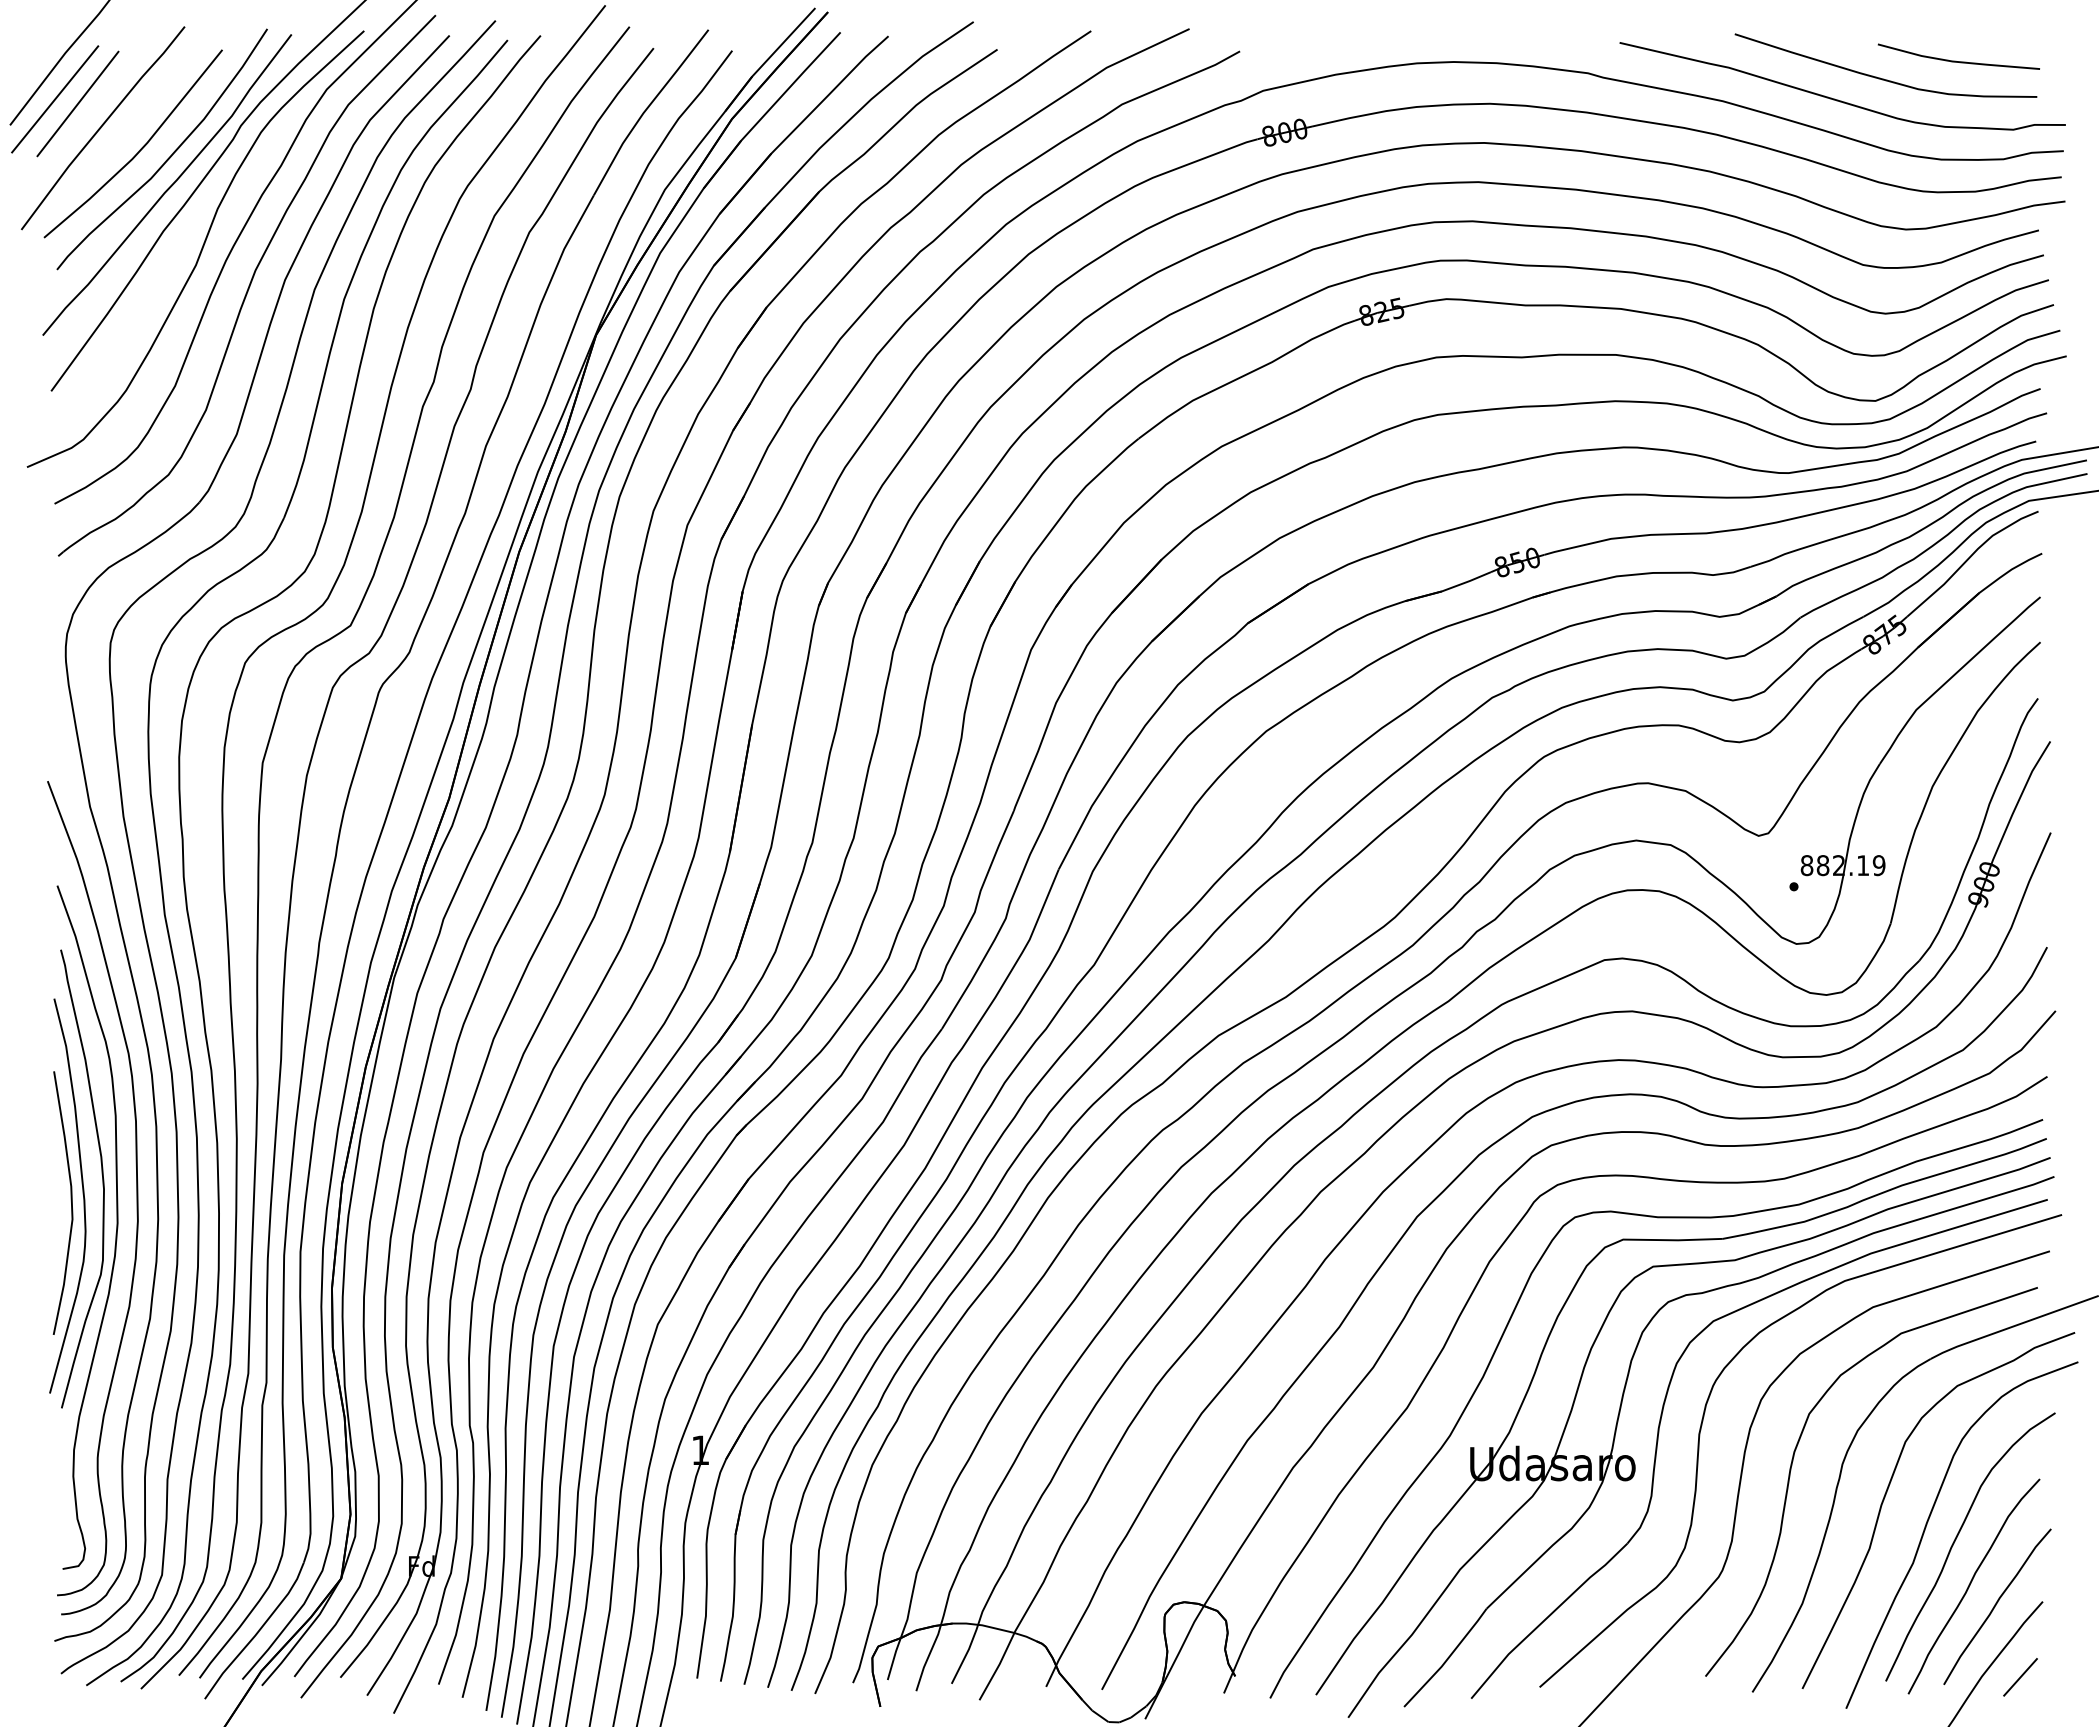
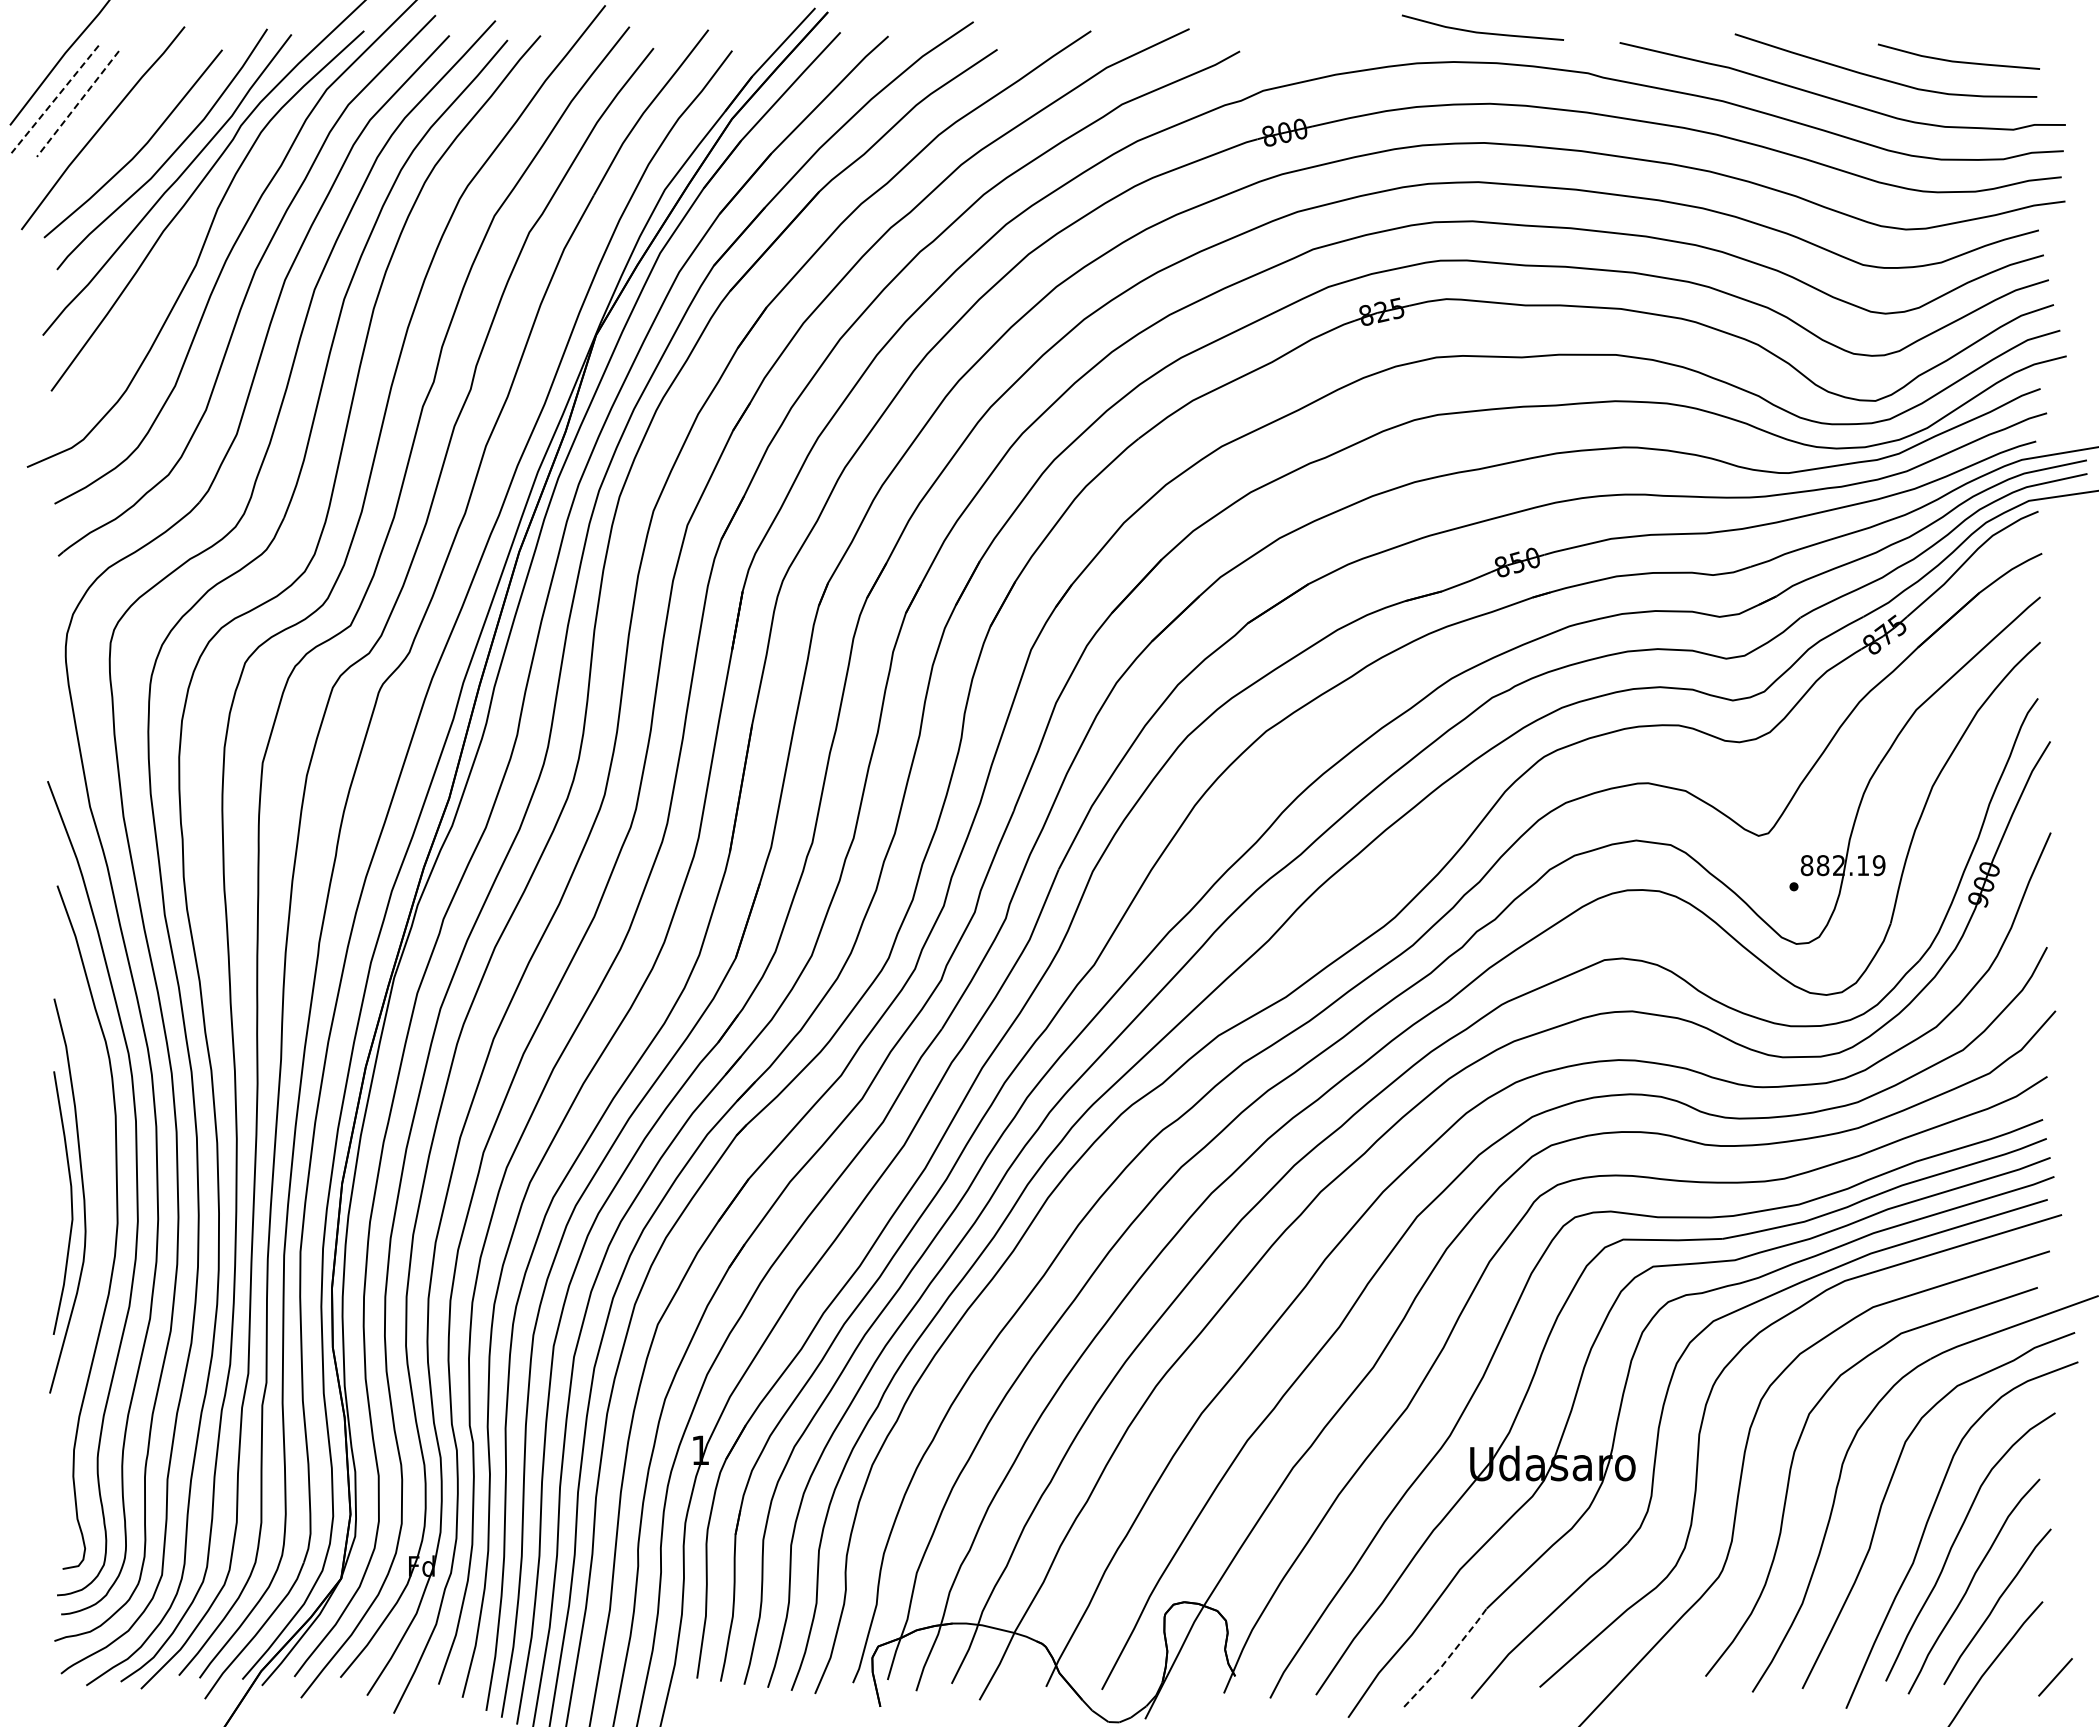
line at (1479, 31): none -> present
line at (54, 99): solid -> dashed
line at (77, 103): solid -> dashed
curve at (101, 1174): present -> none
line at (1447, 1659): solid -> dashed
line at (2020, 1677) position: (2020, 1677) -> (2055, 1677)
